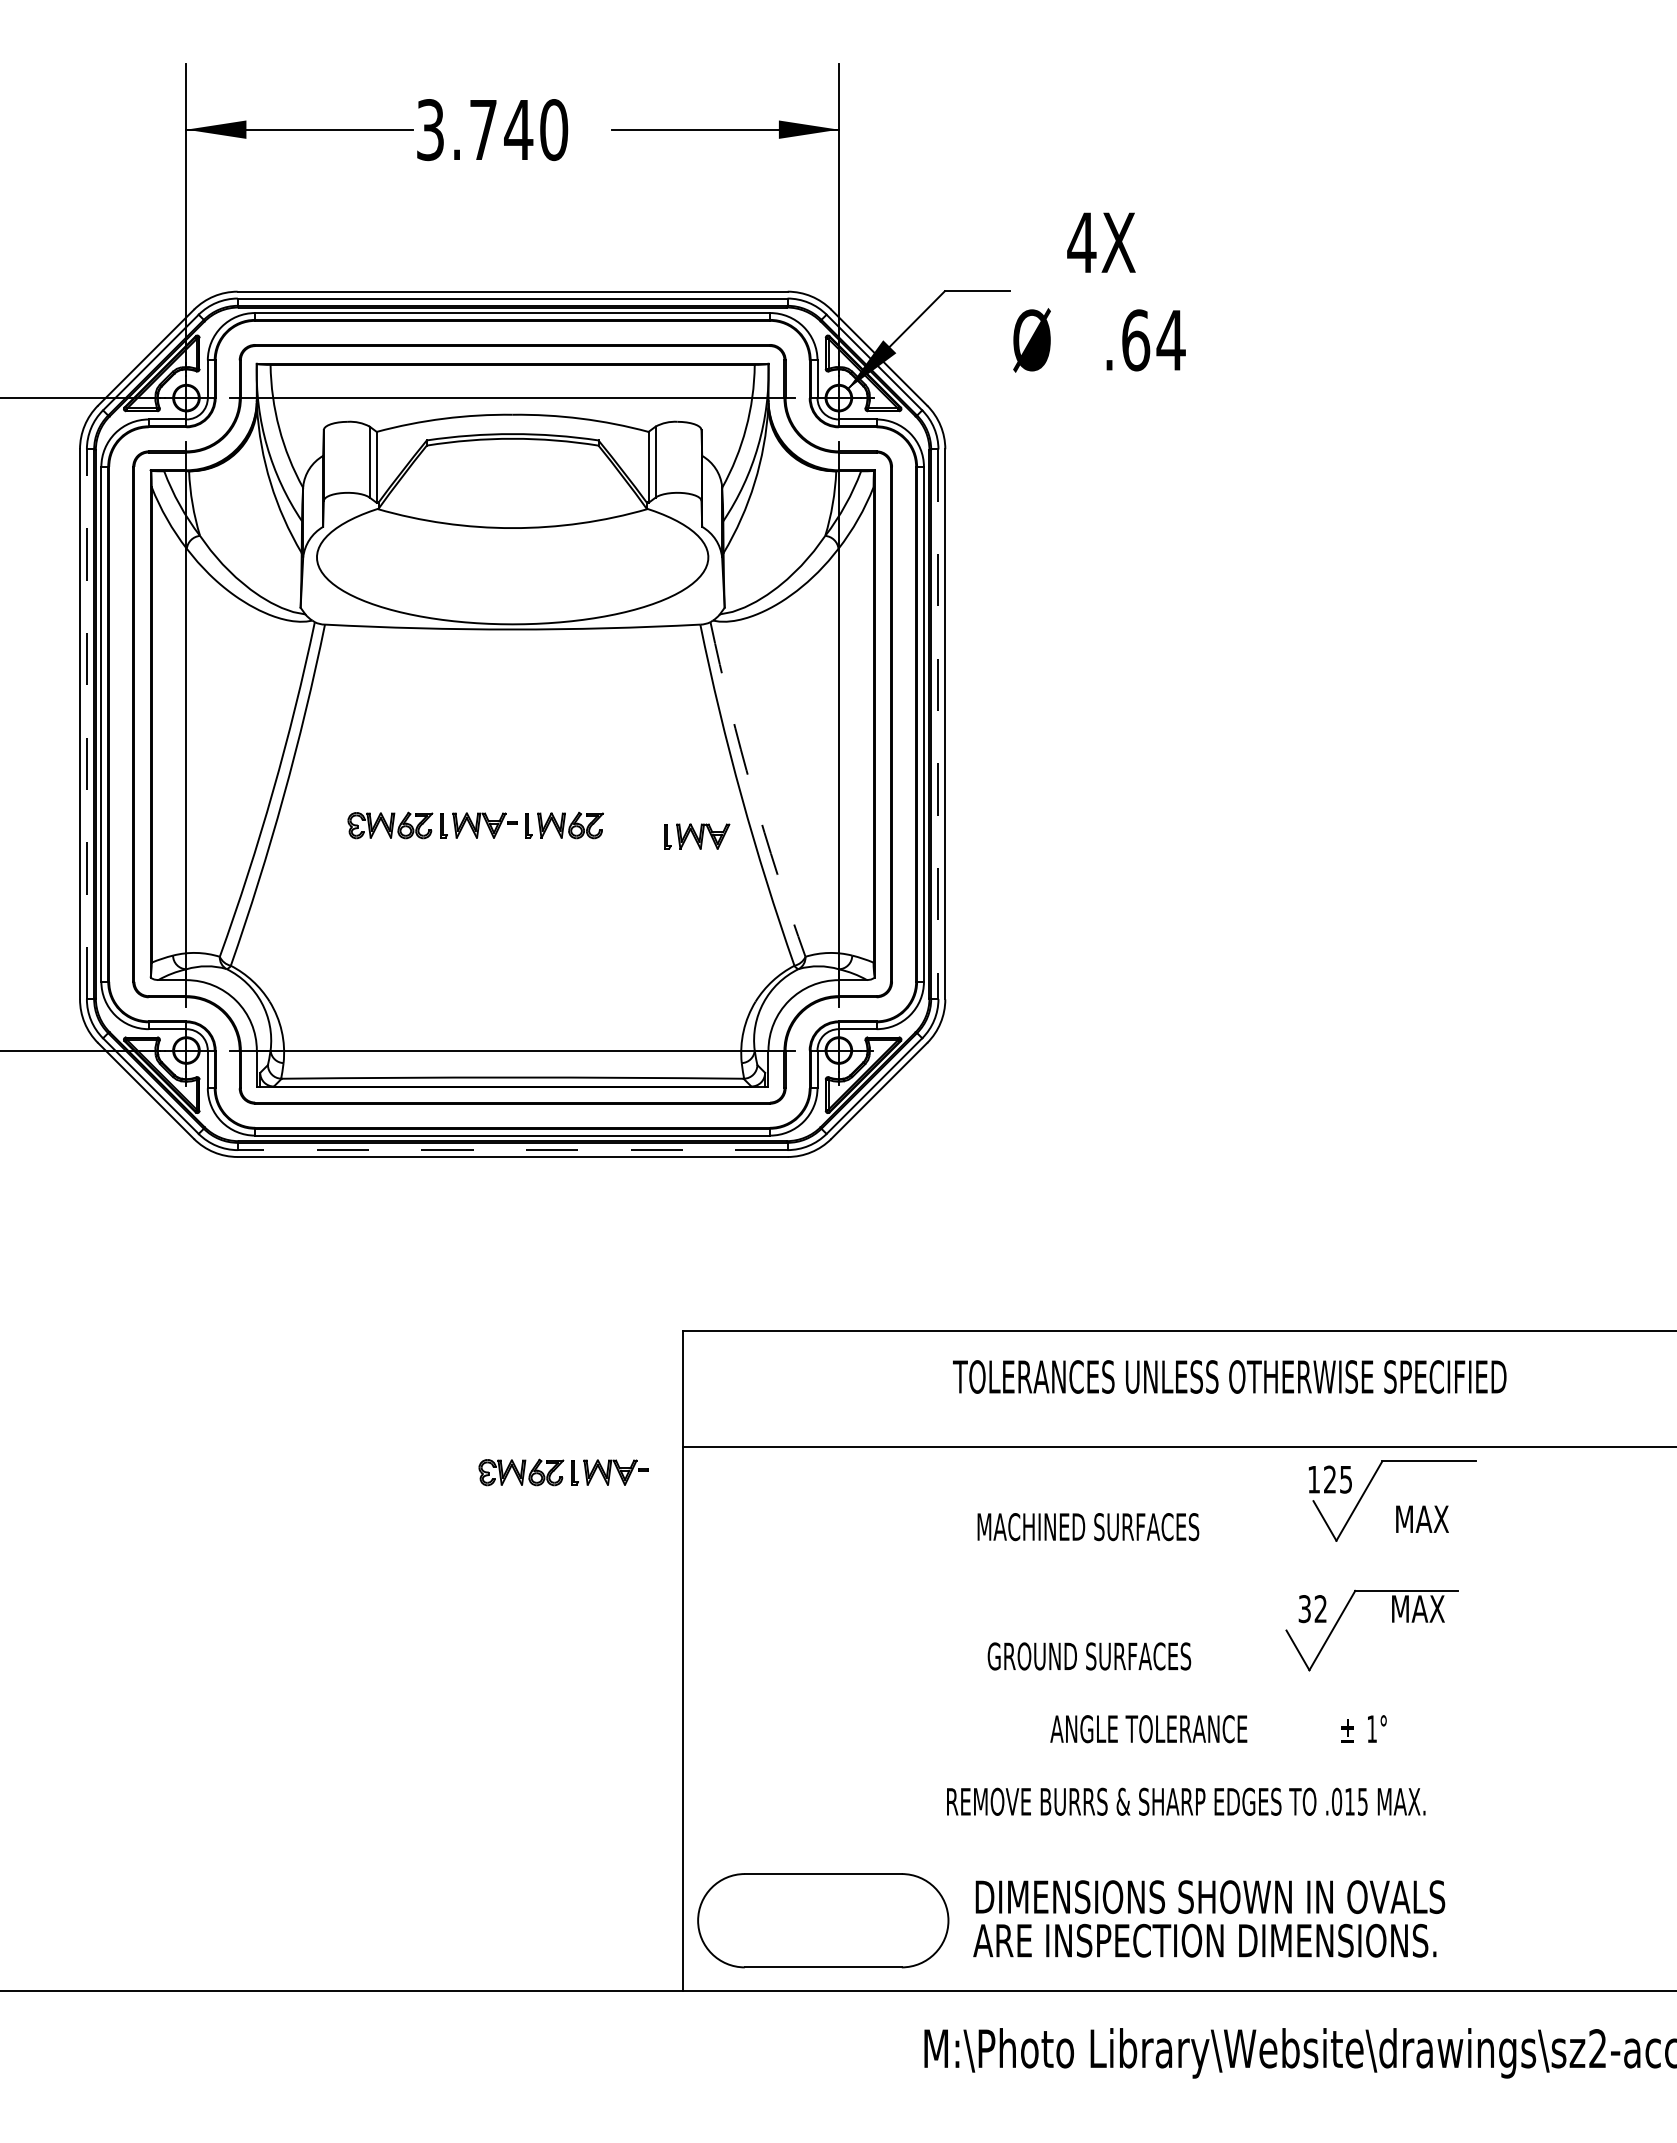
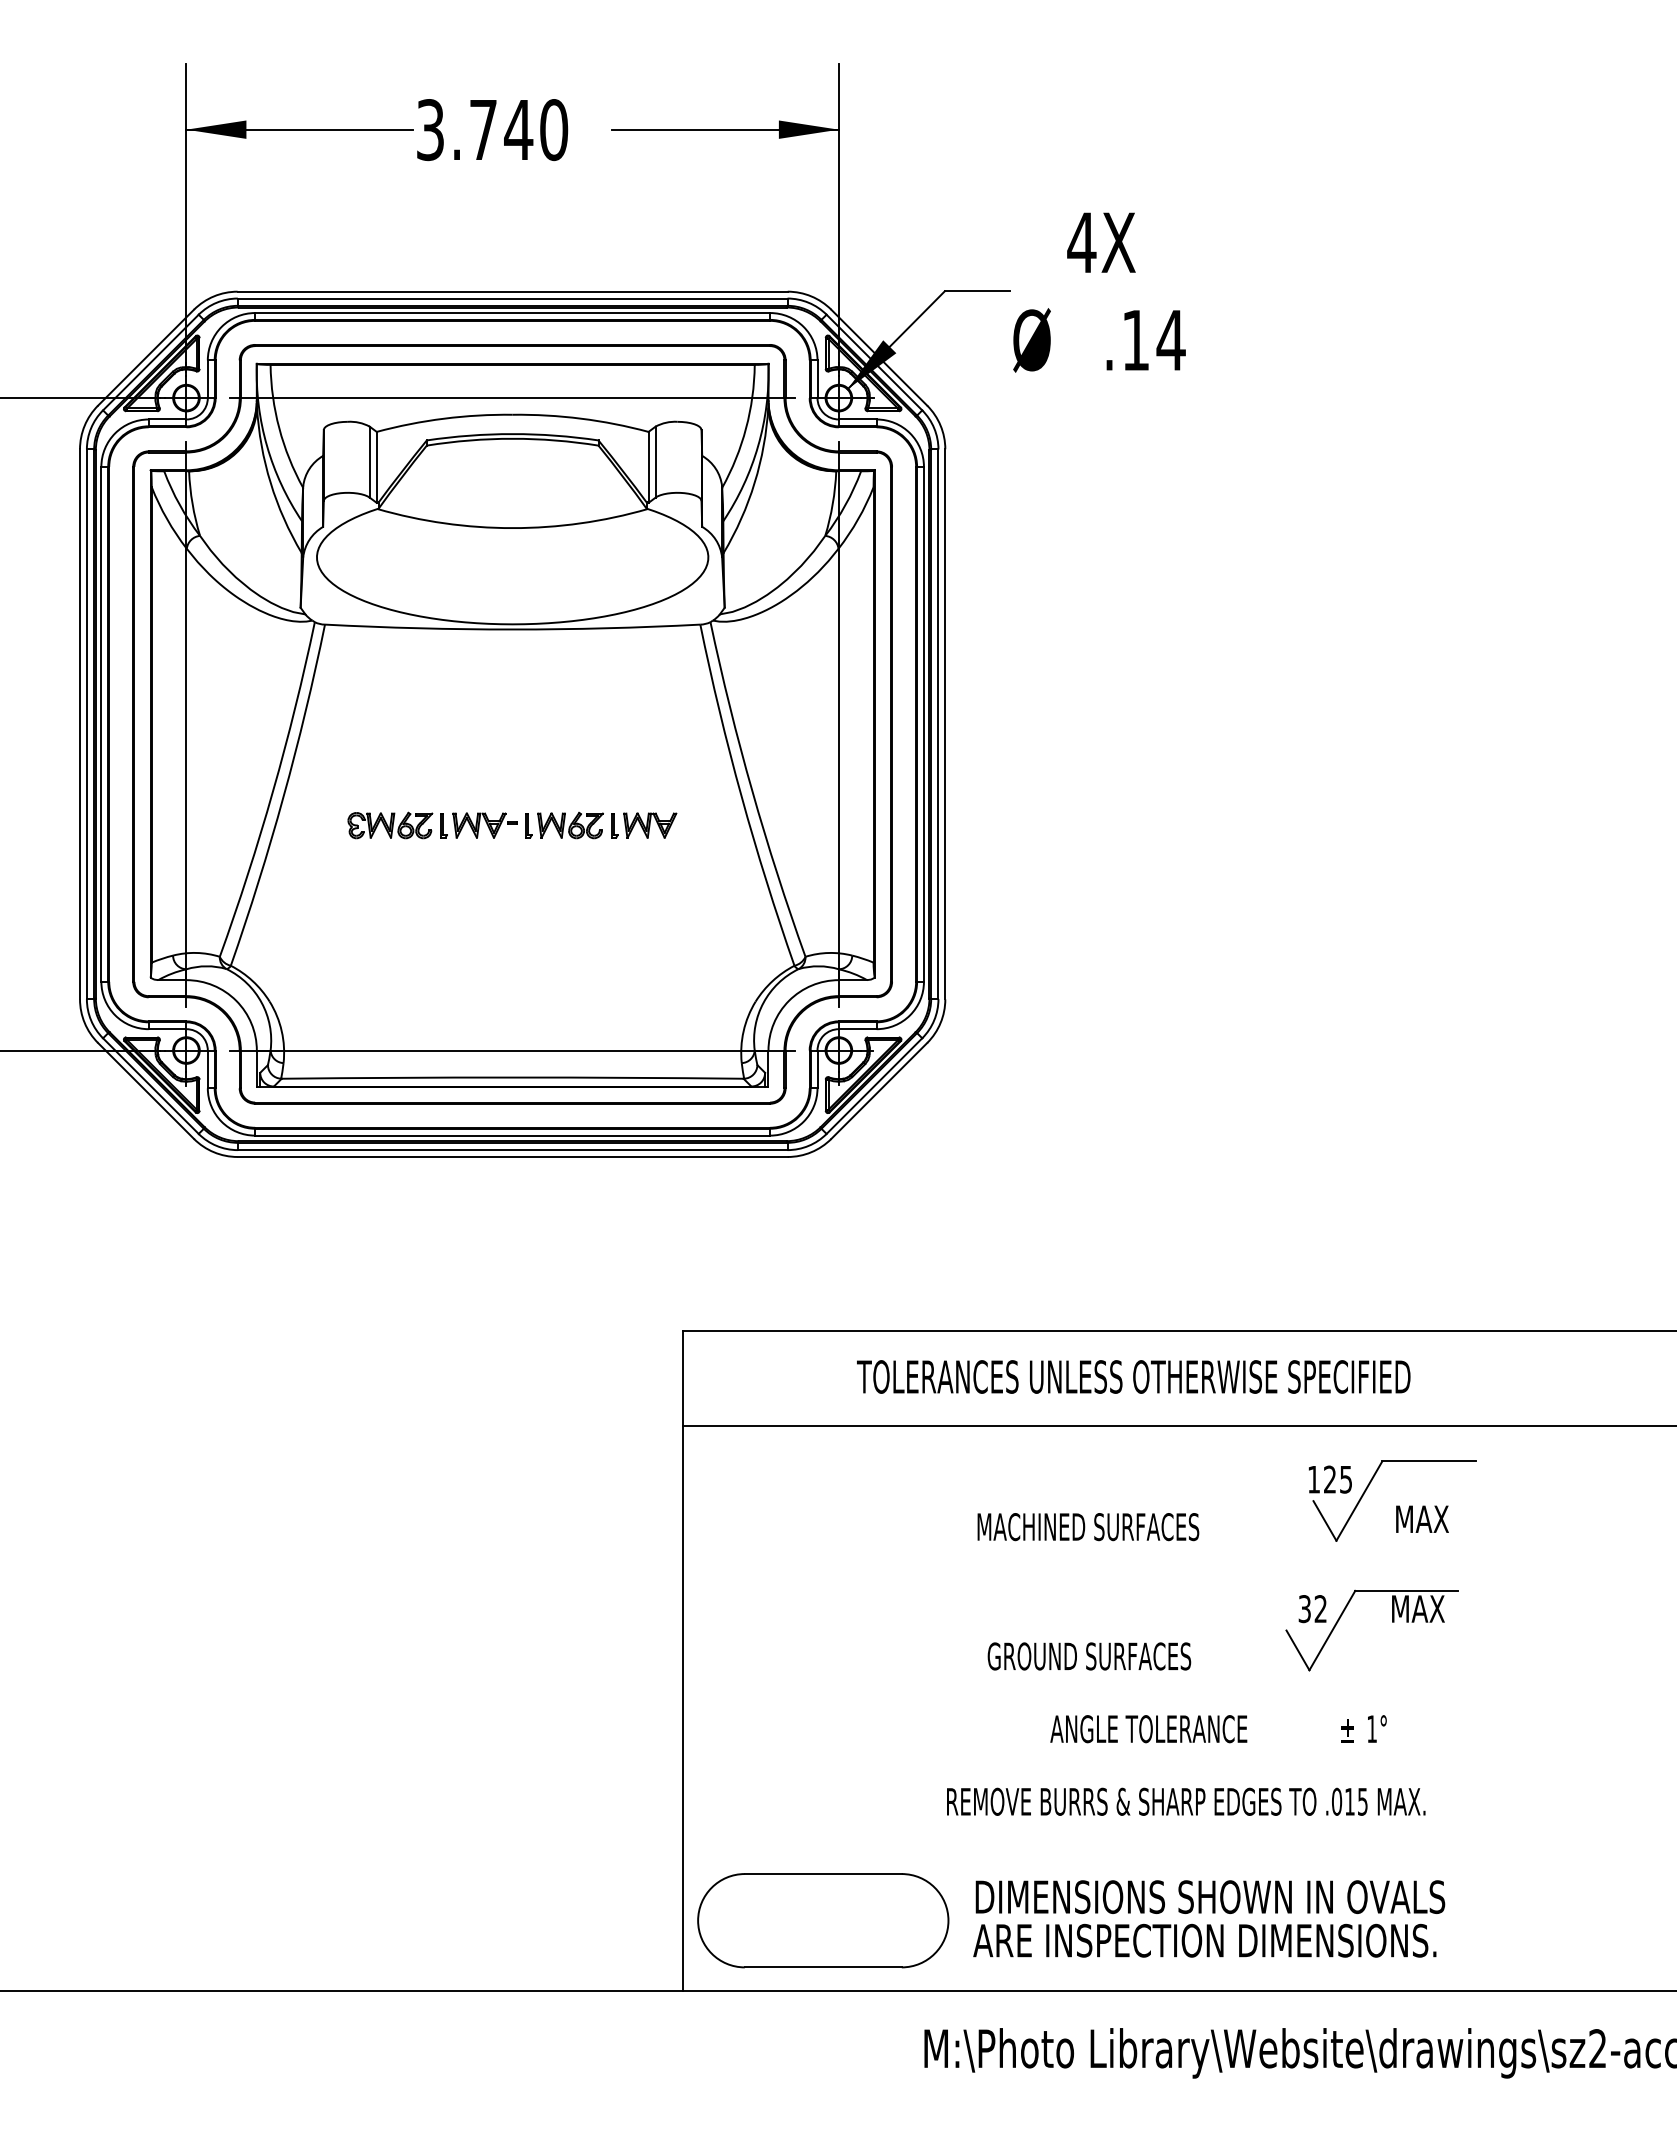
text at (1136, 340): .64 -> .14
line at (86, 724): dashed -> solid
line at (938, 724): dashed -> solid
arc at (752, 791): dashed -> solid
part at (697, 836) position: (697, 836) -> (644, 825)
line at (512, 1150): dashed -> solid
text at (1229, 1376) position: (1229, 1376) -> (1133, 1376)
line at (1178, 1446) position: (1178, 1446) -> (1178, 1425)
part at (563, 1472): present -> none
